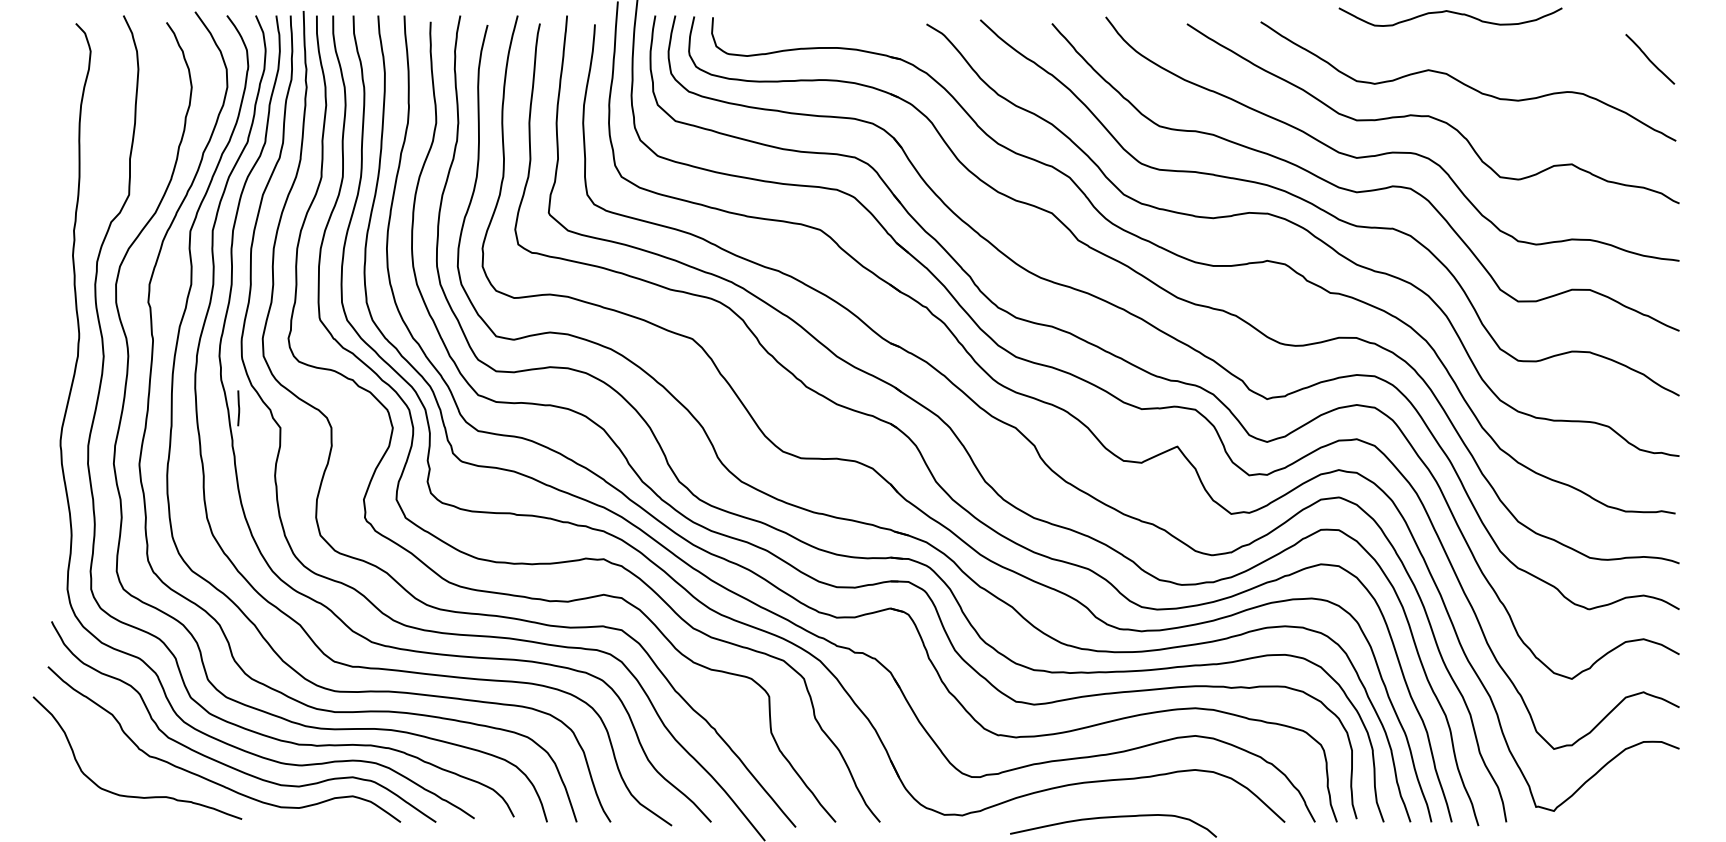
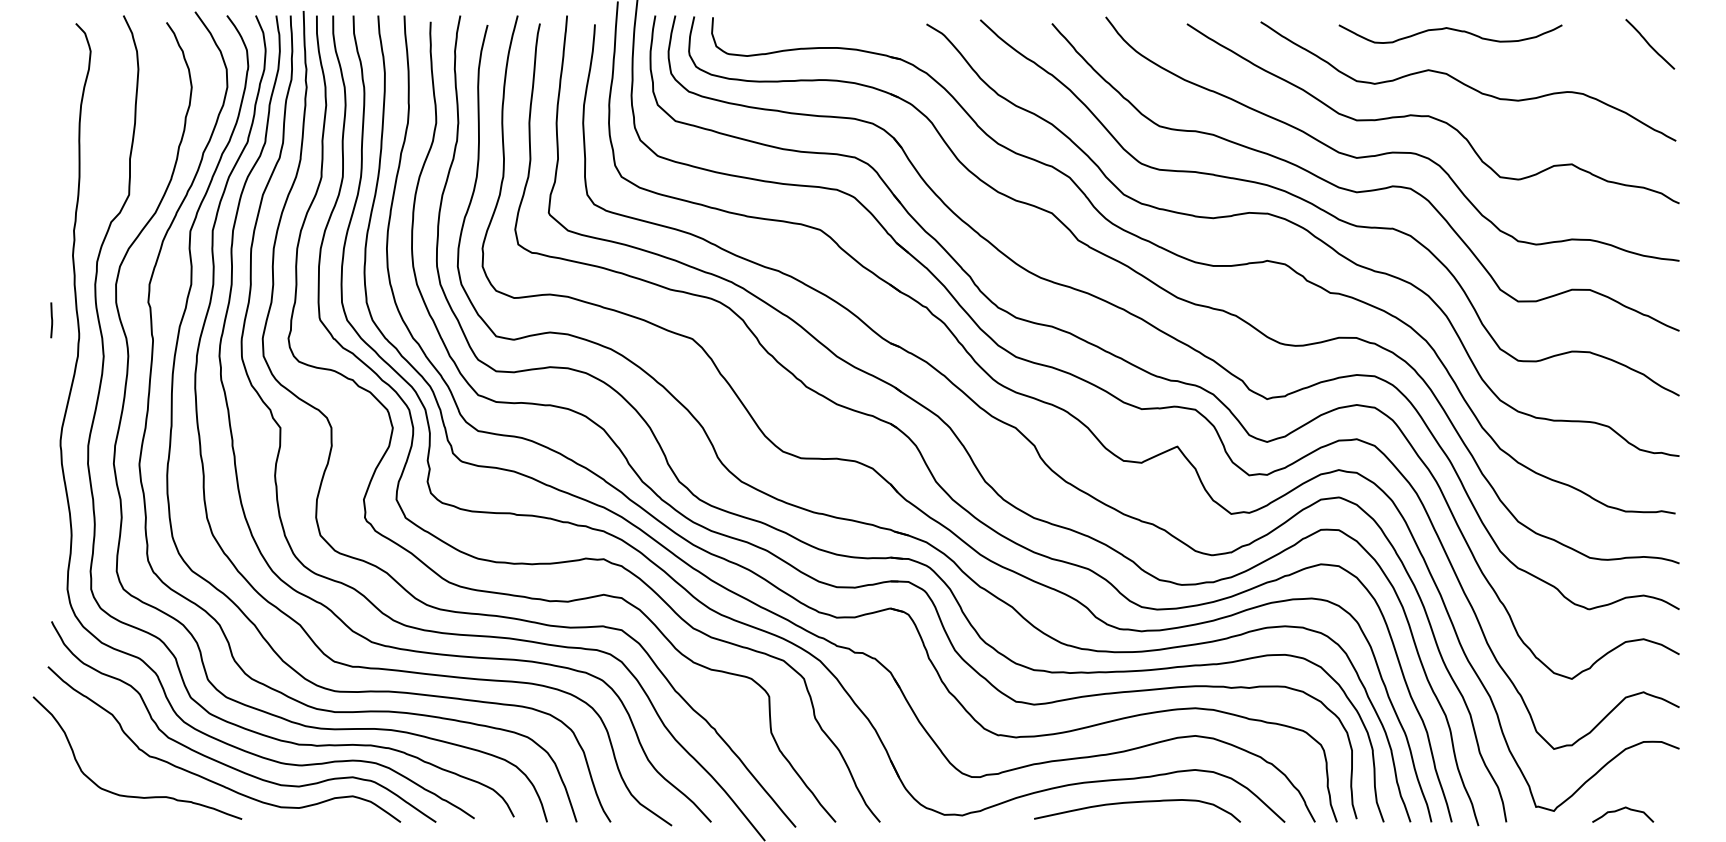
curve at (1452, 13) position: (1452, 13) -> (1452, 30)
curve at (1650, 59) position: (1650, 59) -> (1650, 44)
line at (238, 408) position: (238, 408) -> (51, 320)
curve at (1623, 809): none -> present
curve at (1110, 818) position: (1110, 818) -> (1134, 803)
